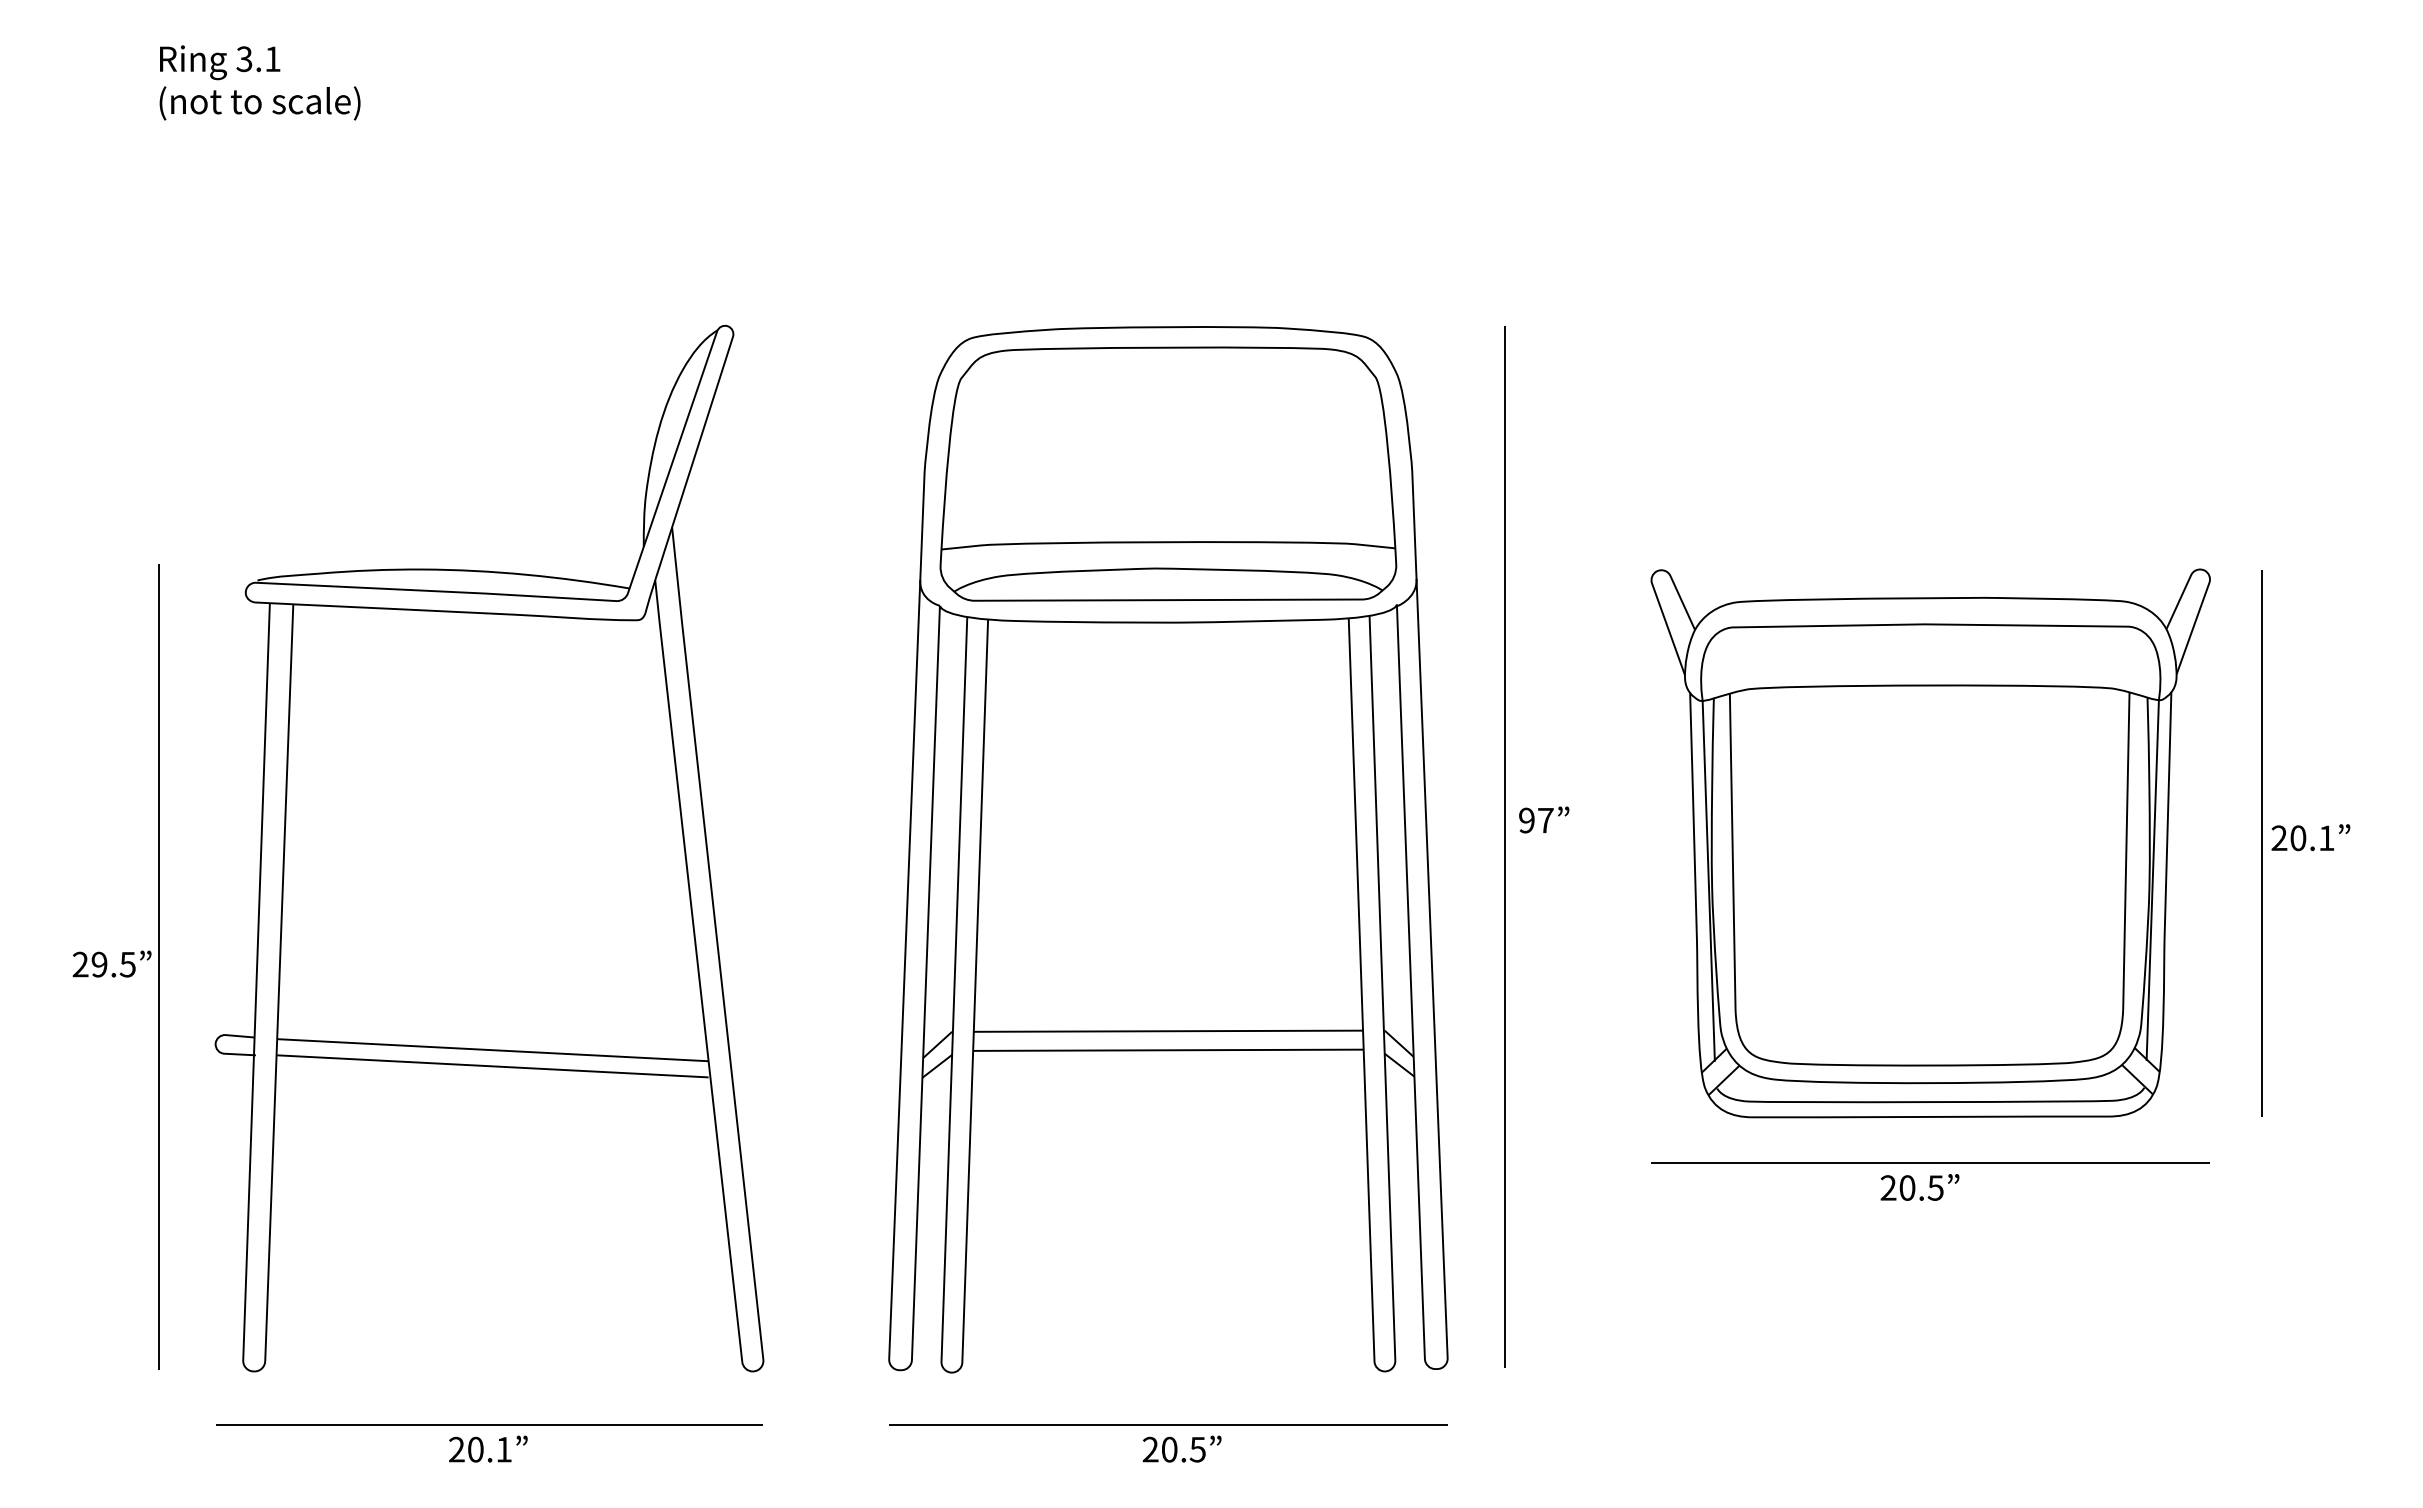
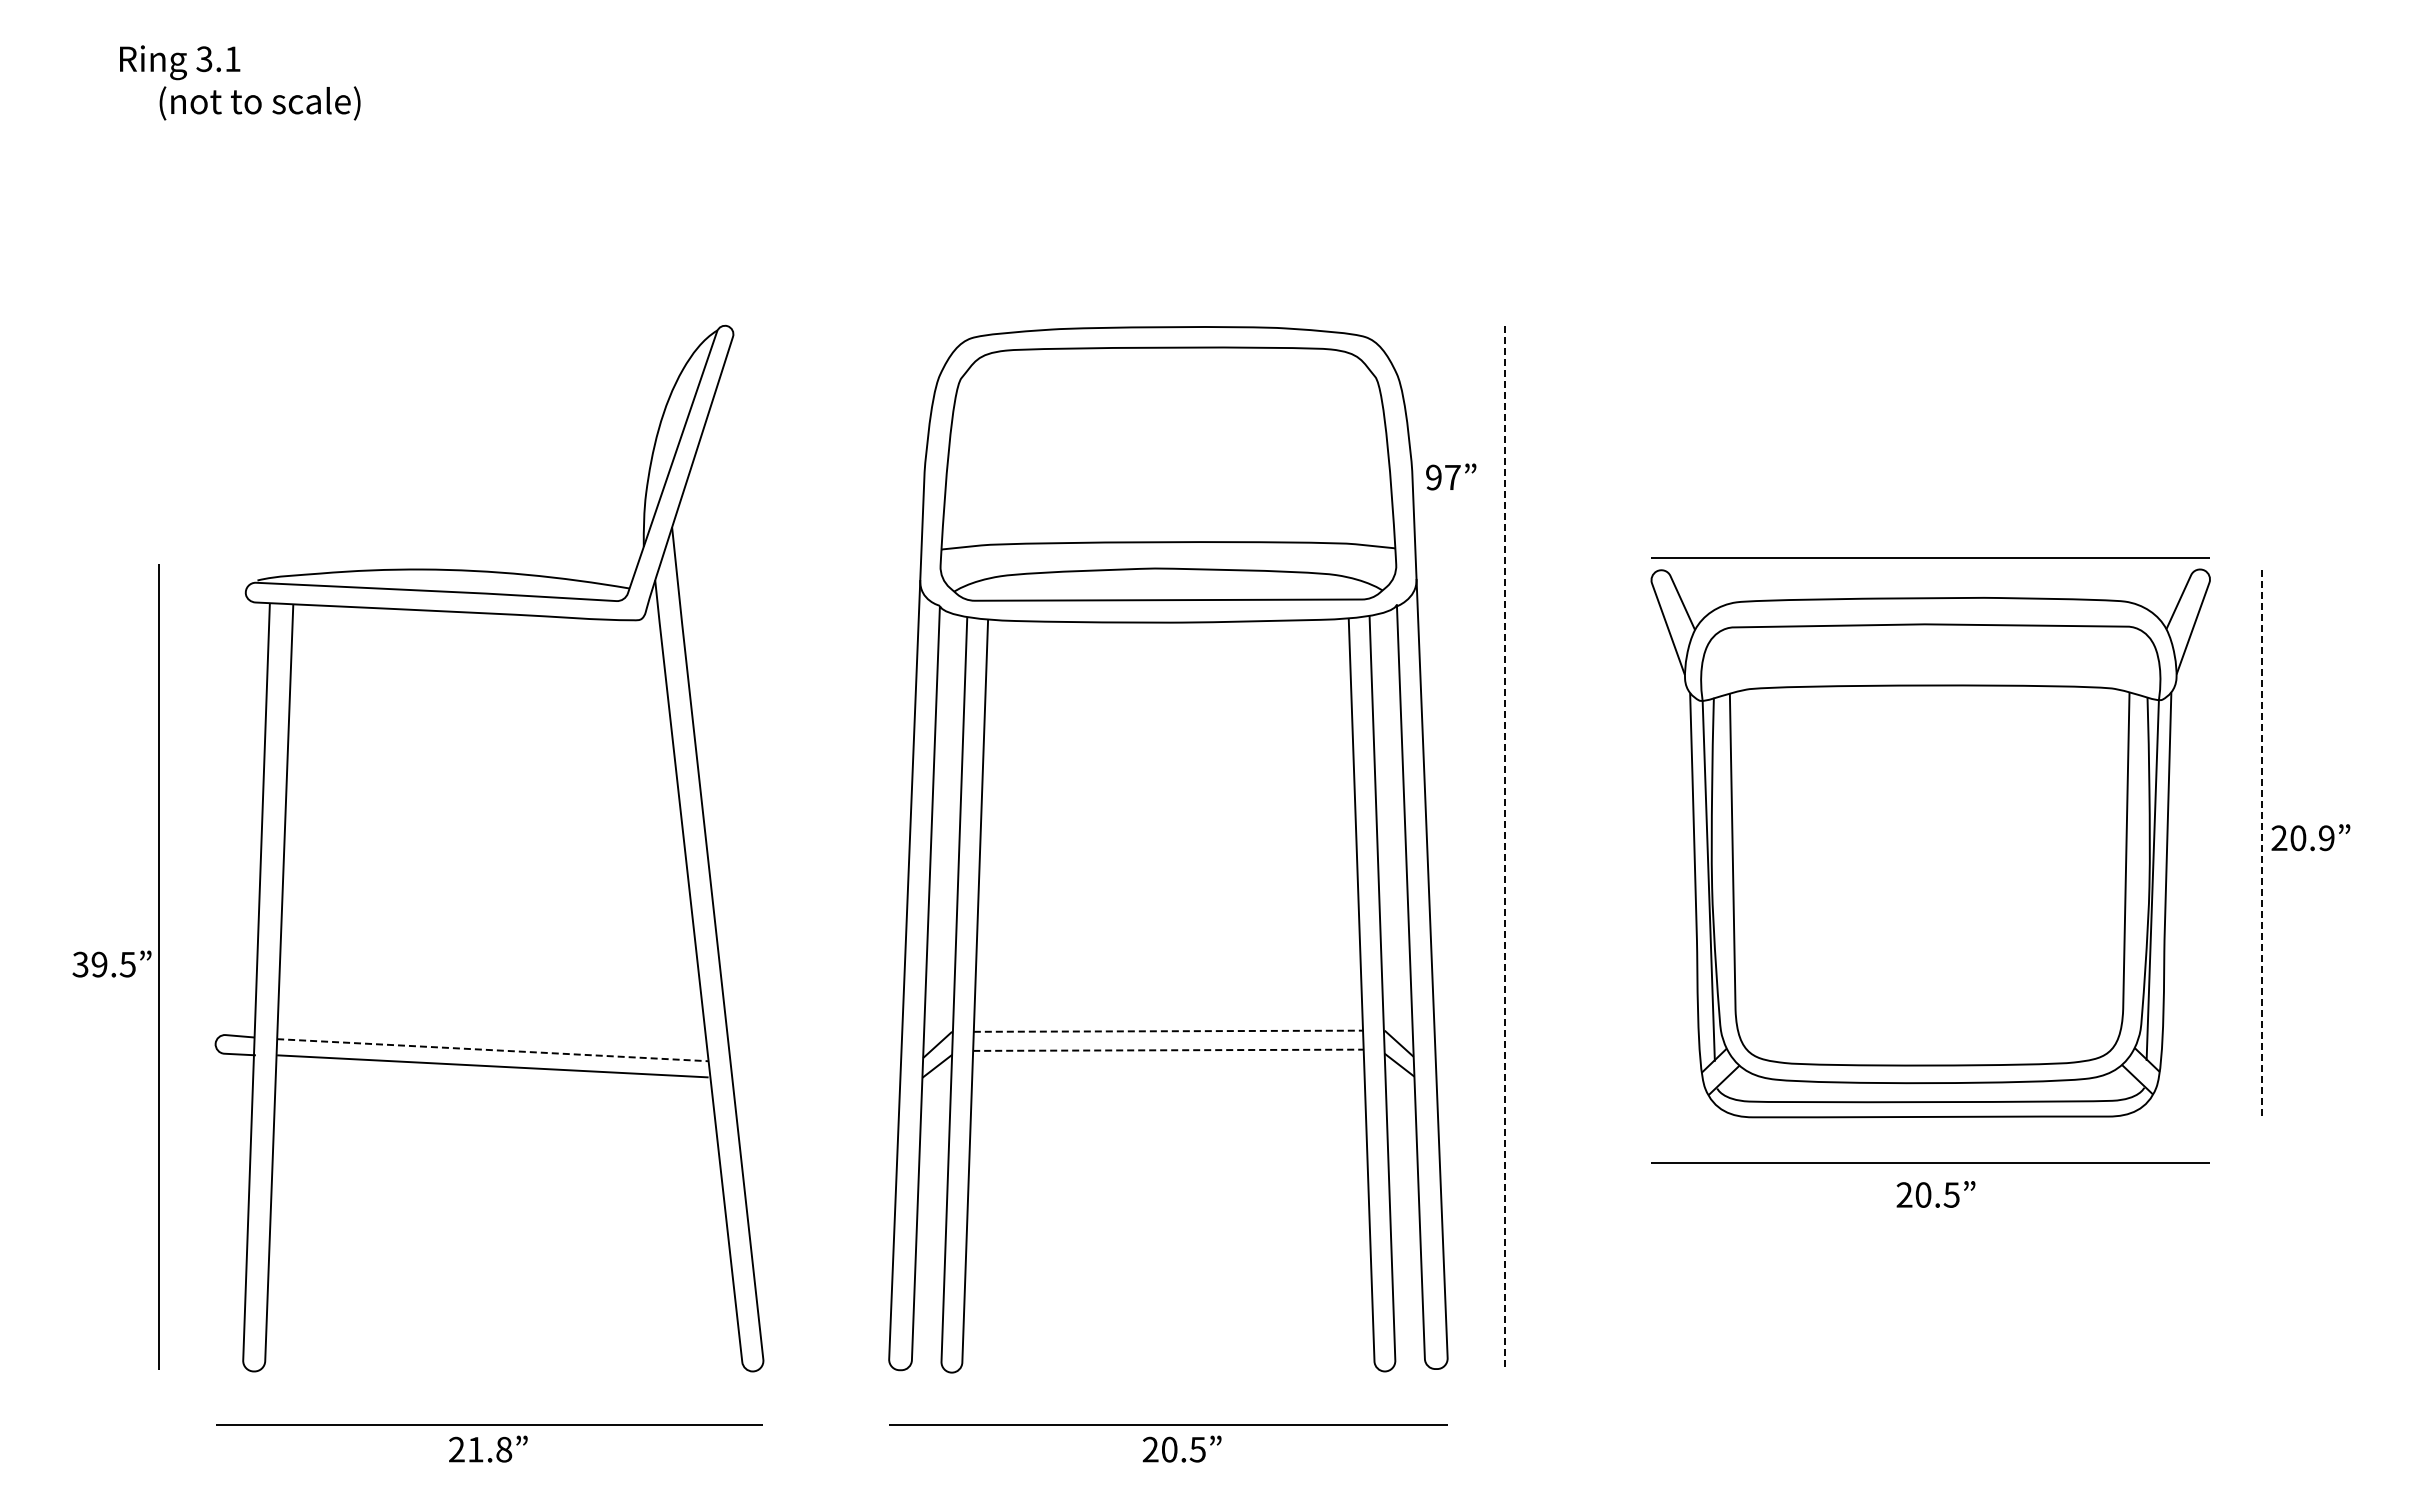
text at (220, 62) position: (220, 62) -> (180, 62)
line at (1930, 557): none -> present
text at (1544, 819) position: (1544, 819) -> (1451, 476)
text at (2326, 838): 20.1 -> 20.9
line at (2262, 843): solid -> dashed
line at (1504, 846): solid -> dashed
text at (80, 964): 29.5 -> 39.5
line at (1168, 1031): solid -> dashed
line at (493, 1050): solid -> dashed
line at (1168, 1050): solid -> dashed
text at (1919, 1187) position: (1919, 1187) -> (1935, 1194)
text at (490, 1449): 20.1 -> 21.8
